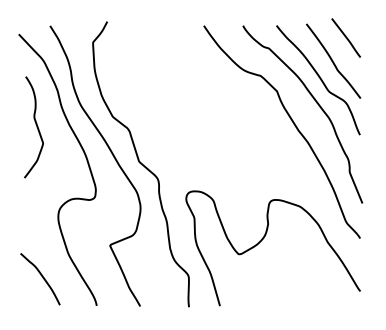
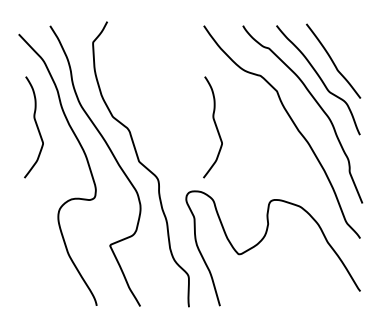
line at (345, 37): present -> none
curve at (215, 127): none -> present
curve at (42, 278): present -> none
